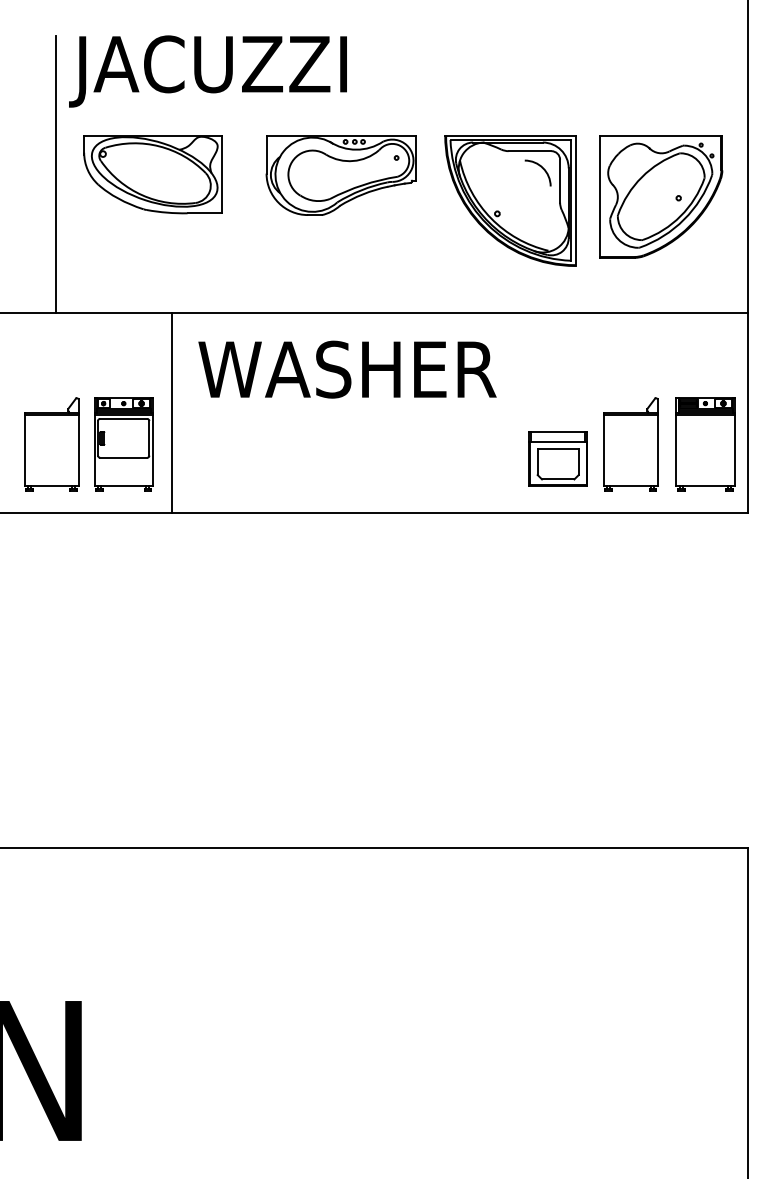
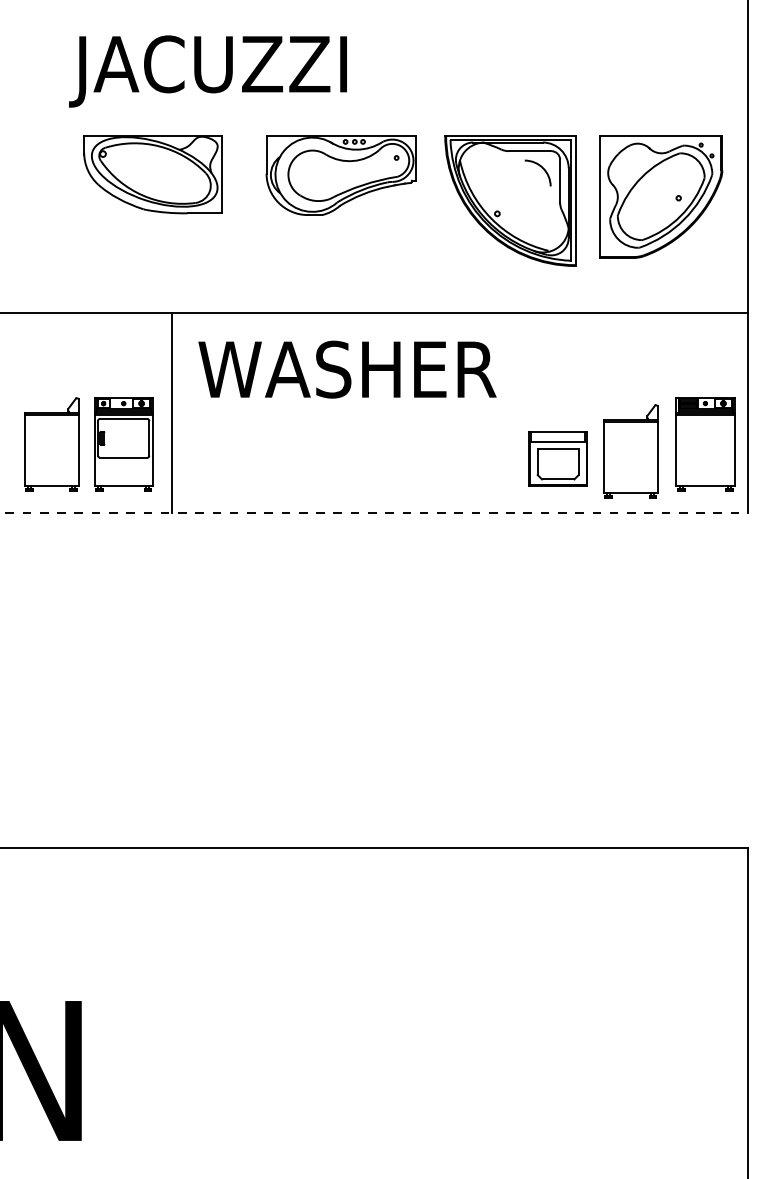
line at (55, 174): present -> none
part at (630, 444) position: (630, 444) -> (630, 451)
line at (374, 513): solid -> dashed
